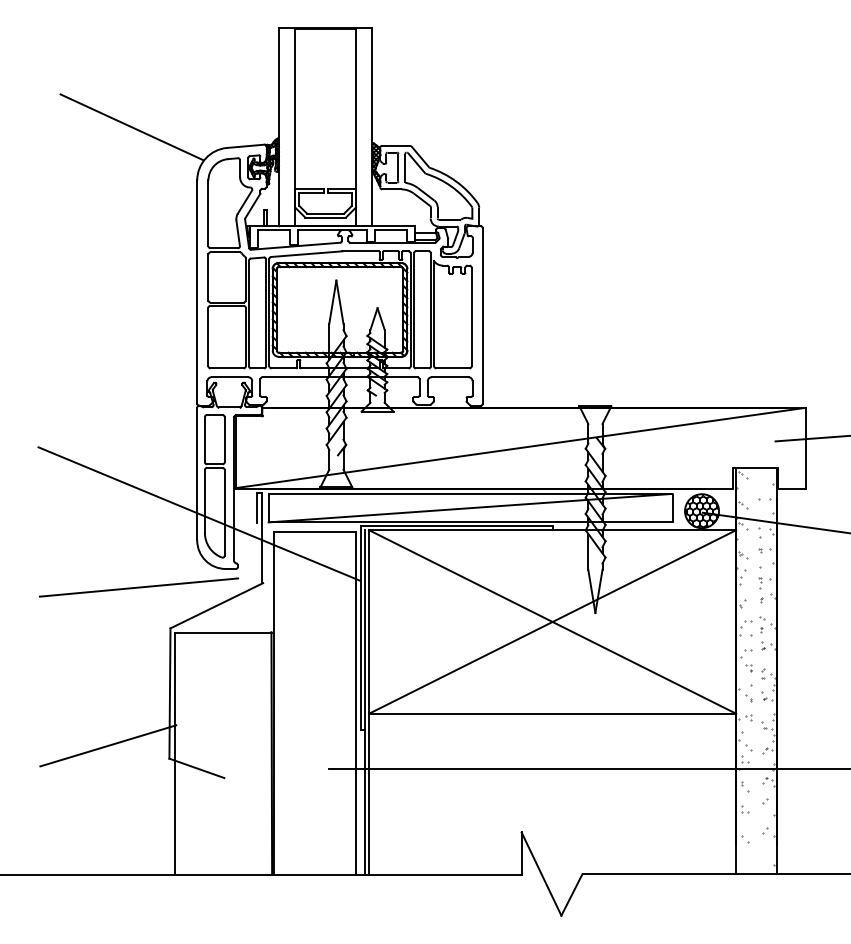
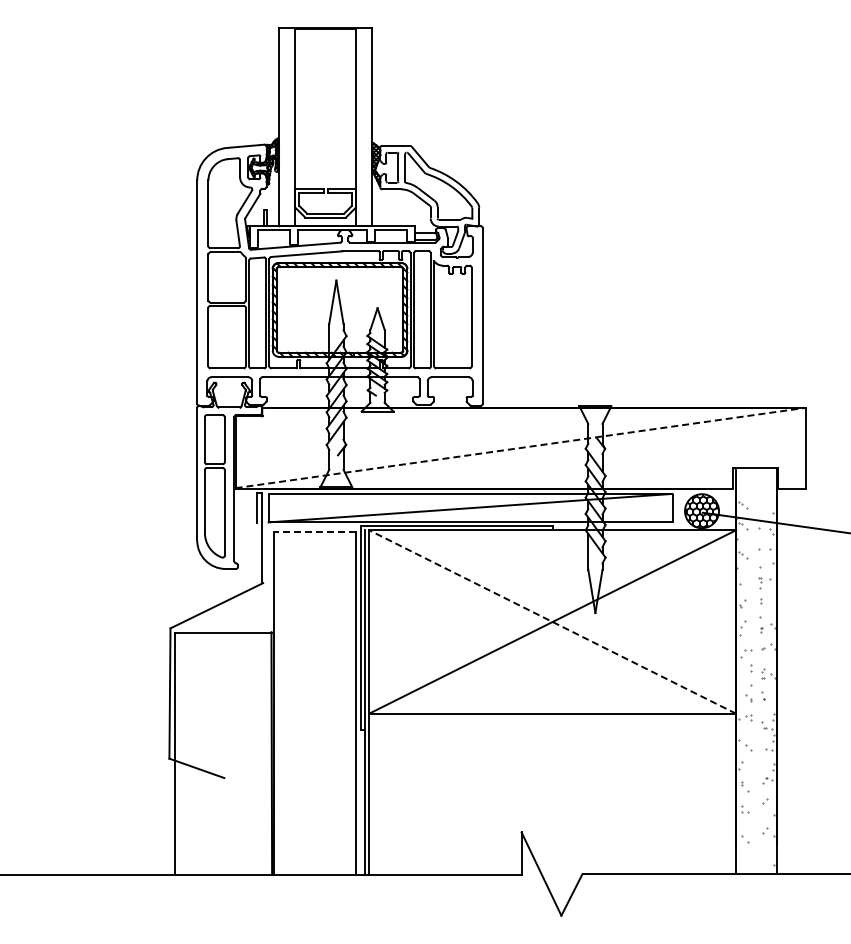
line at (131, 127): present -> none
line at (811, 438): present -> none
line at (520, 448): solid -> dashed
line at (198, 513): present -> none
line at (314, 532): solid -> dashed
line at (138, 587): present -> none
line at (552, 621): solid -> dashed
hatch at (756, 628): present -> none
line at (108, 745): present -> none
line at (588, 768): present -> none
